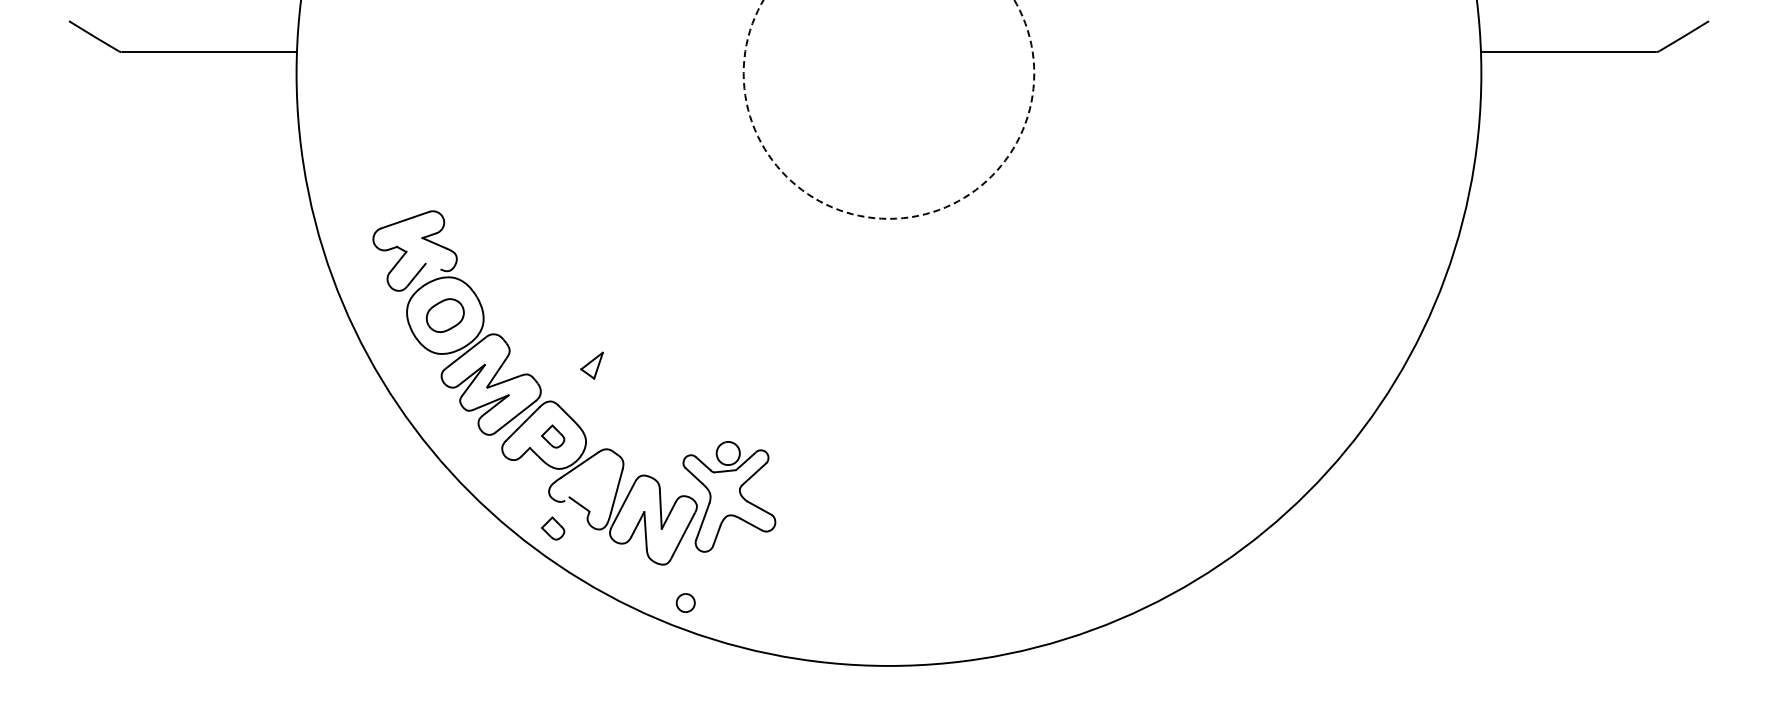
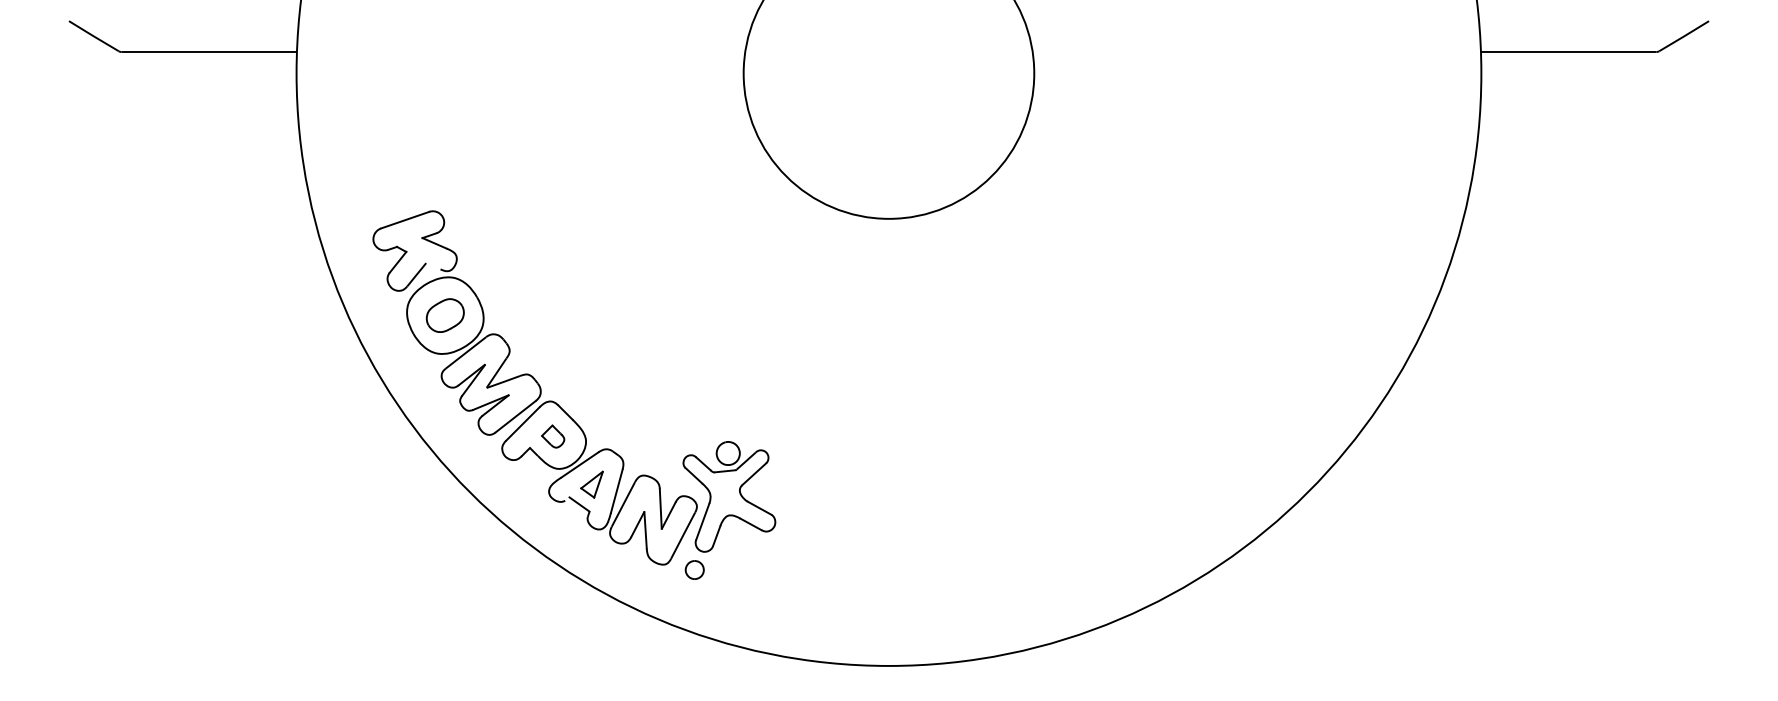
circle at (888, 109): dashed -> solid
part at (591, 365) position: (591, 365) -> (591, 484)
part at (553, 528): present -> none
part at (685, 602) position: (685, 602) -> (694, 569)
